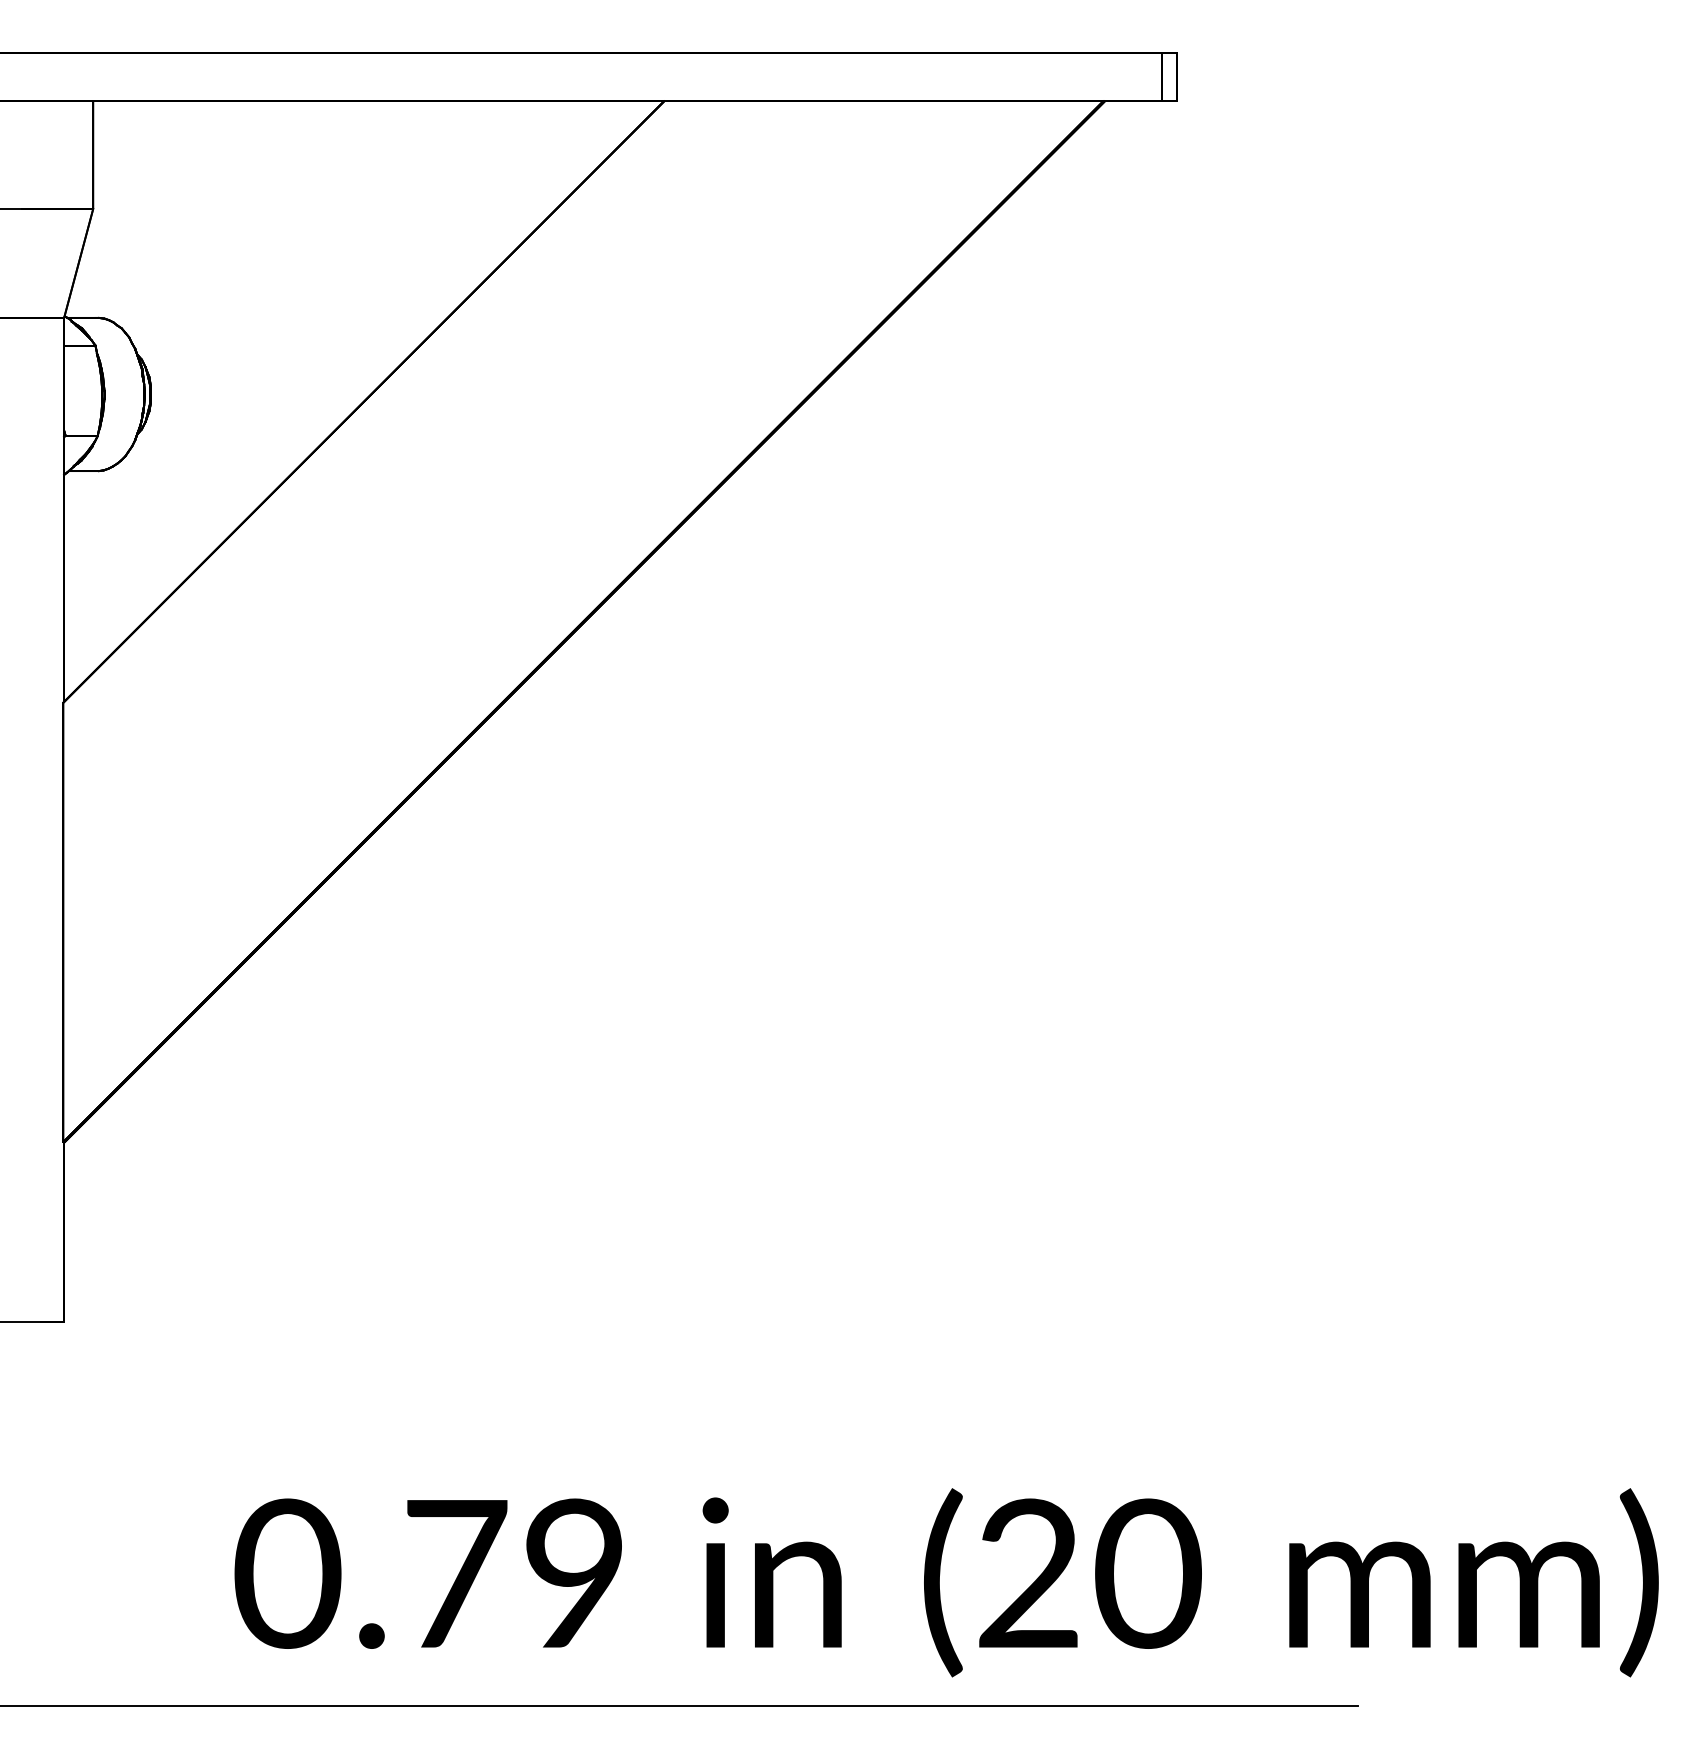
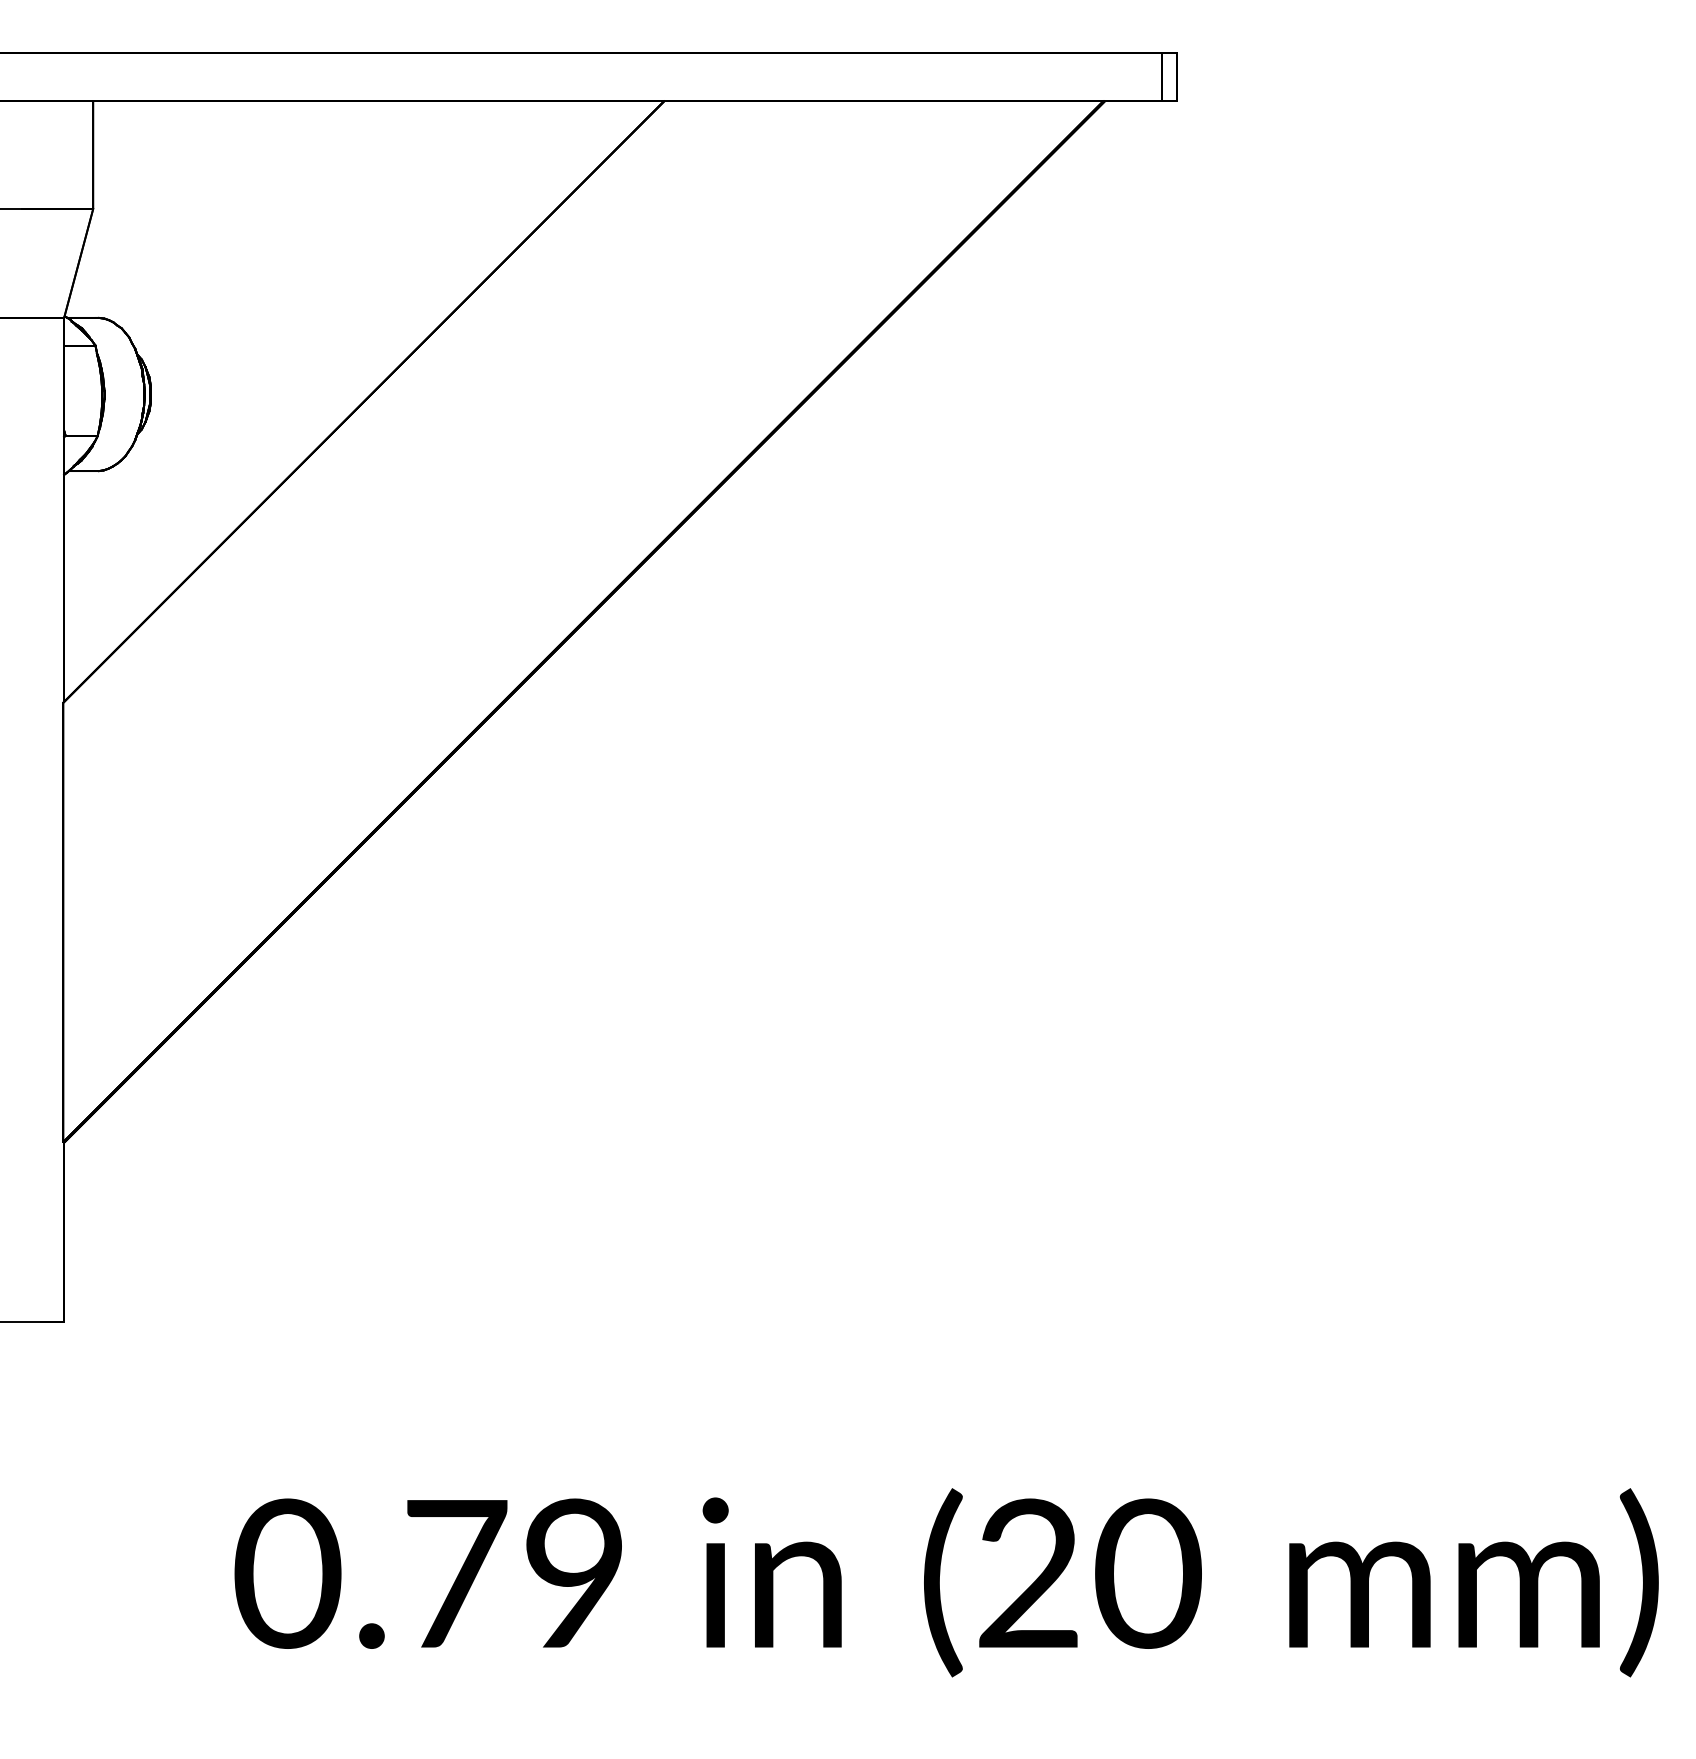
line at (680, 1706): present -> none
